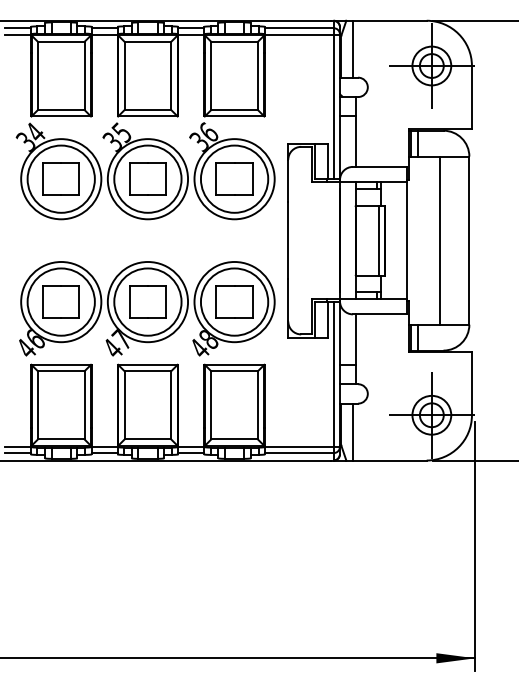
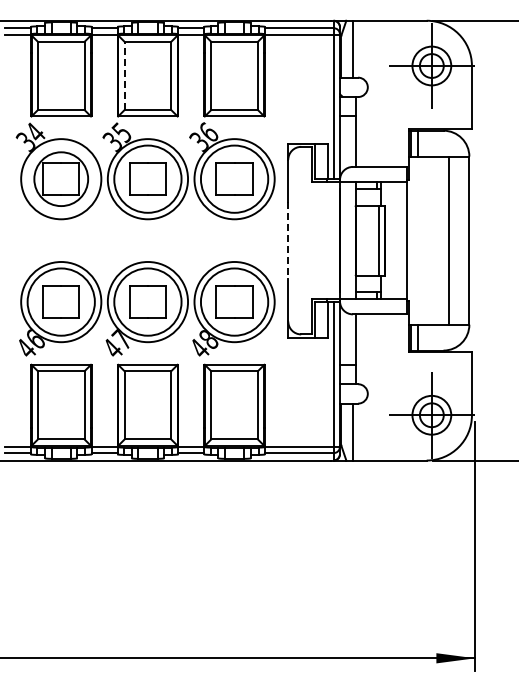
line at (124, 75): solid -> dashed
circle at (60, 178) diameter: 67 px -> 54 px
line at (288, 240): solid -> dashed
line at (439, 240) position: (439, 240) -> (448, 240)
